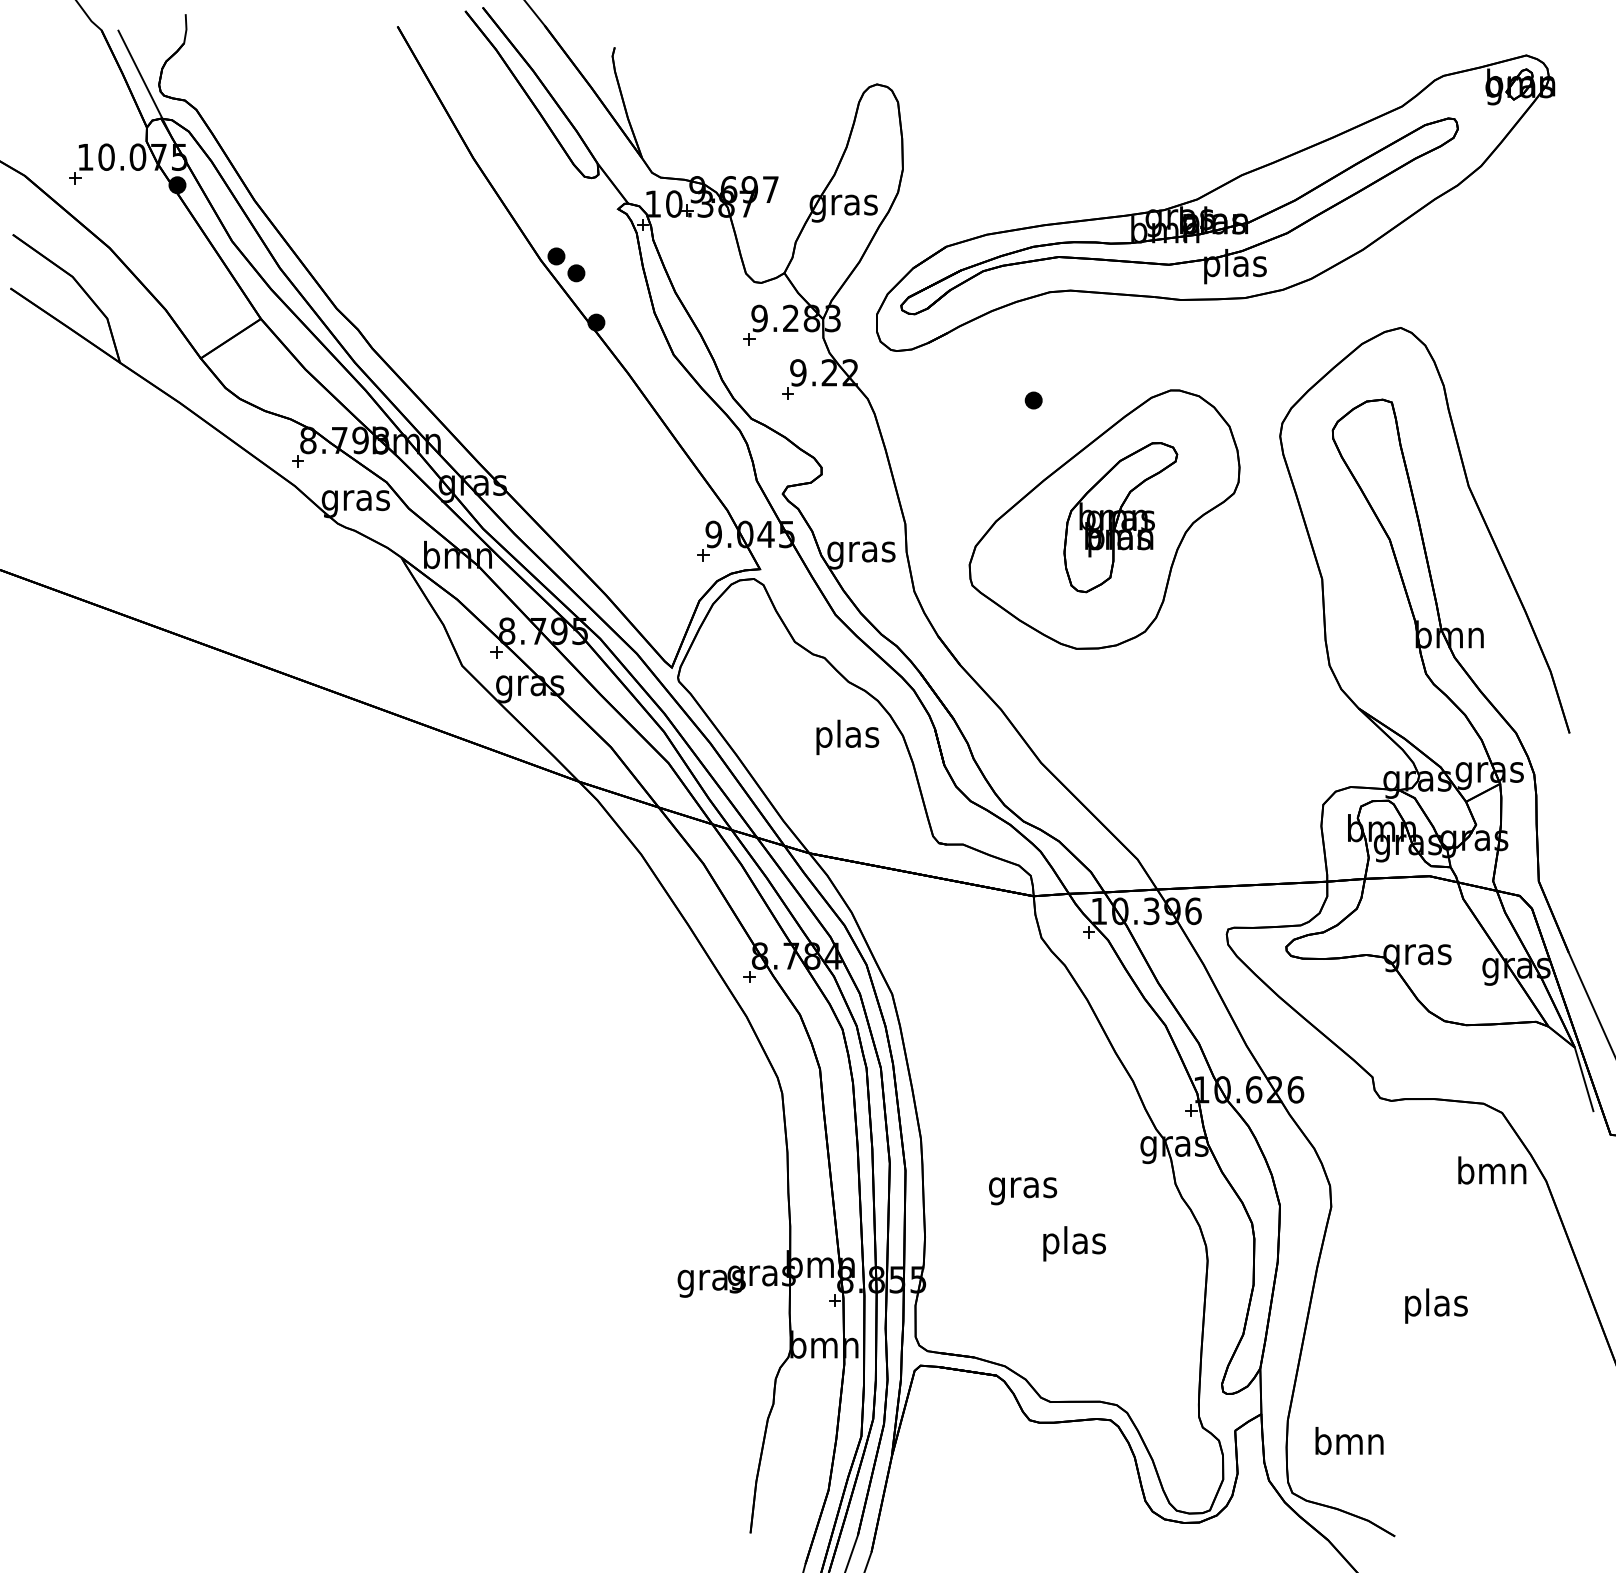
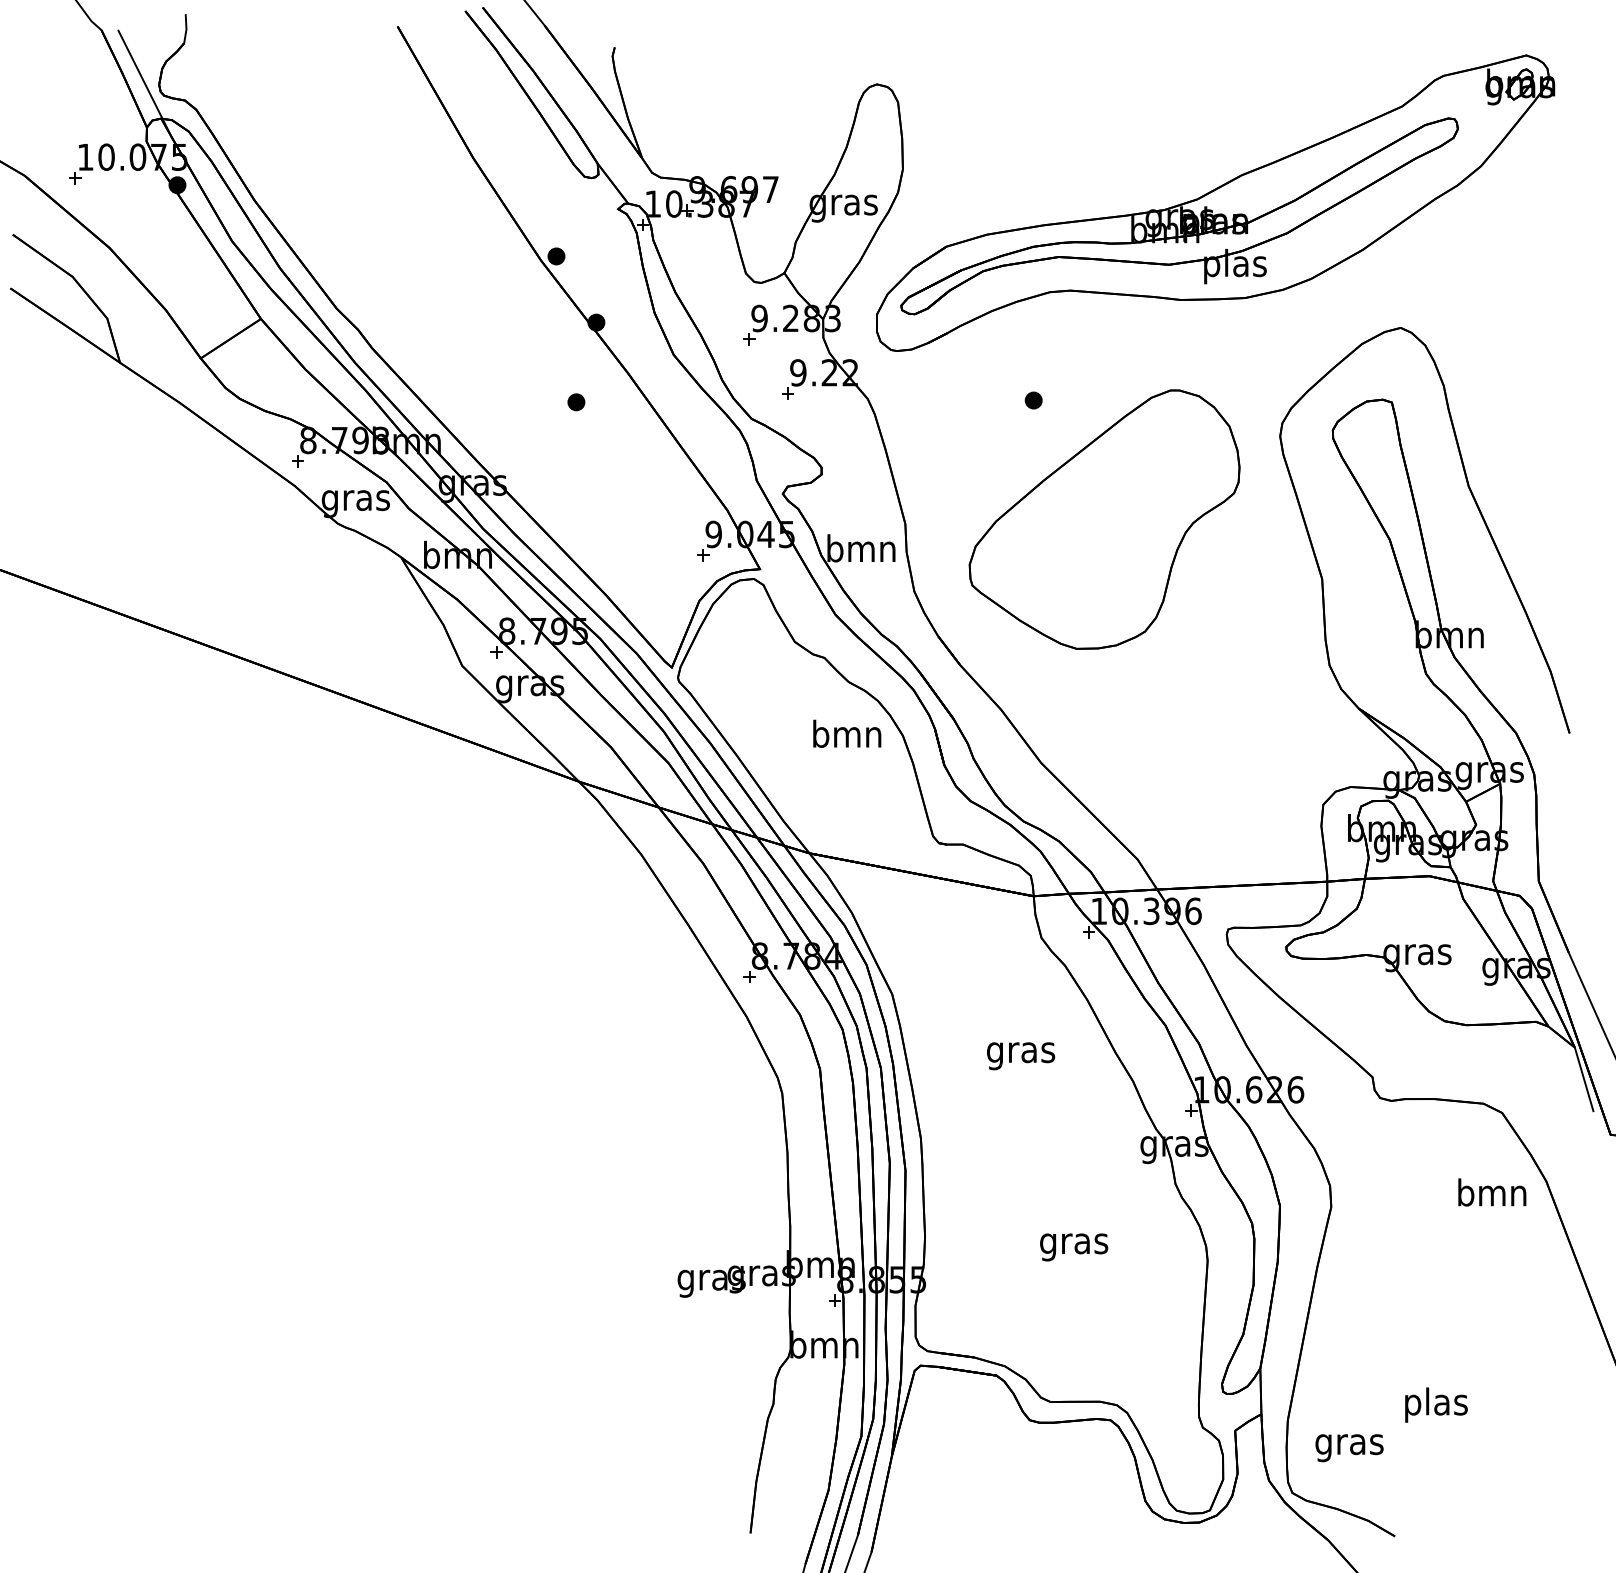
part at (576, 273) position: (576, 273) -> (576, 402)
part at (1120, 517): present -> none
text at (861, 551): gras -> bmn
text at (847, 737): plas -> bmn
text at (1492, 1170) position: (1492, 1170) -> (1492, 1192)
text at (1023, 1191) position: (1023, 1191) -> (1021, 1056)
text at (1074, 1243): plas -> gras
text at (1436, 1305) position: (1436, 1305) -> (1436, 1404)
text at (1349, 1444): bmn -> gras
